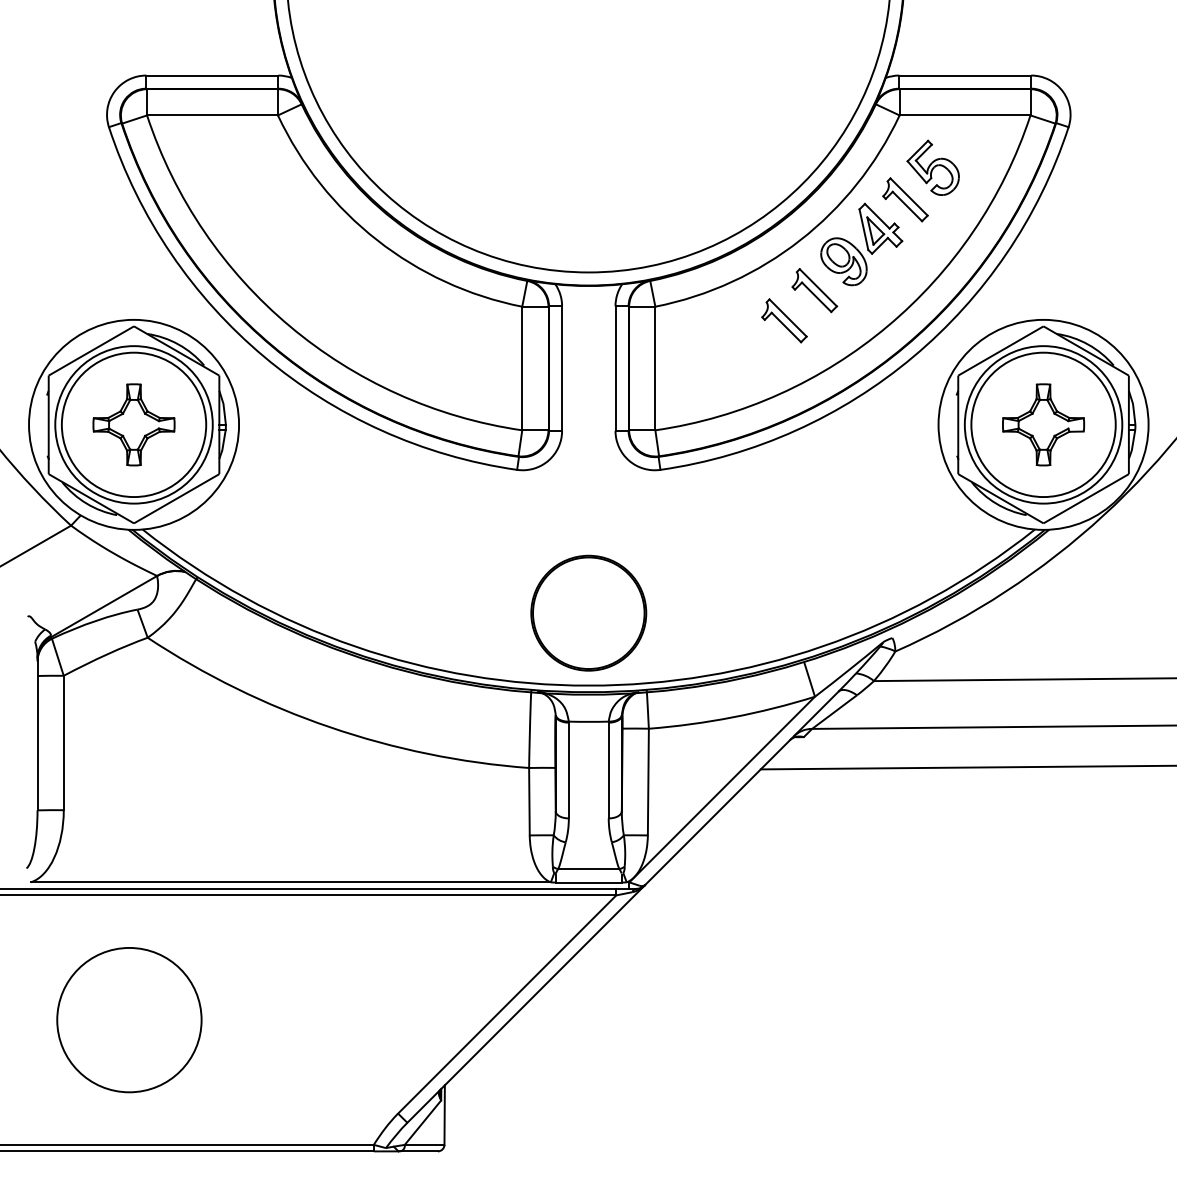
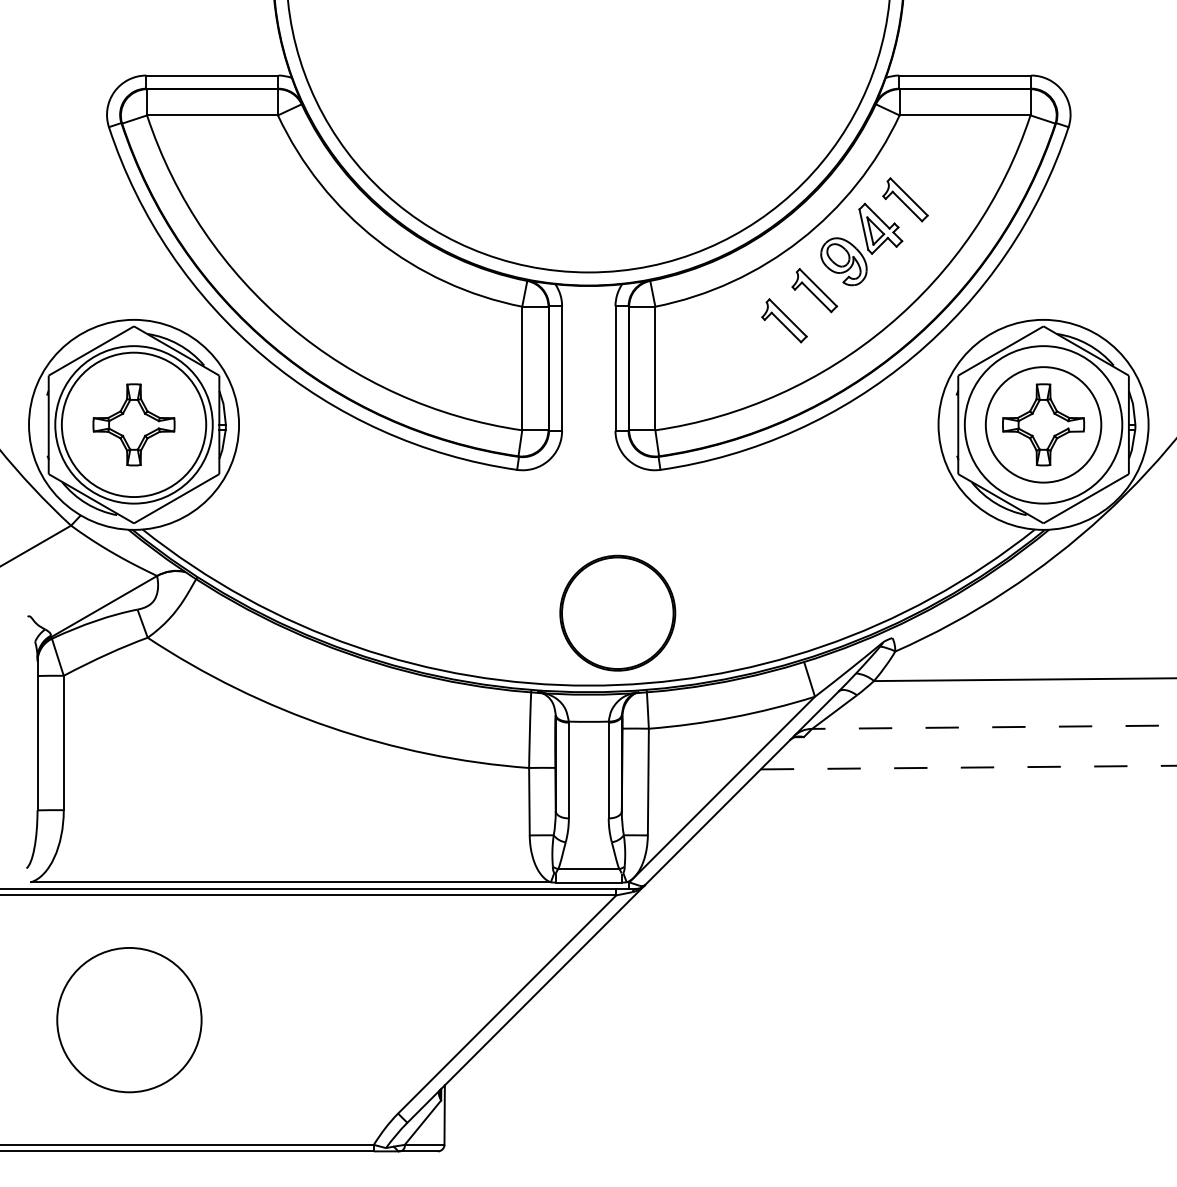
part at (932, 167): present -> none
circle at (1043, 424) diameter: 144 px -> 115 px
part at (588, 612) position: (588, 612) -> (617, 612)
line at (993, 727): solid -> dashed
line at (968, 767): solid -> dashed
